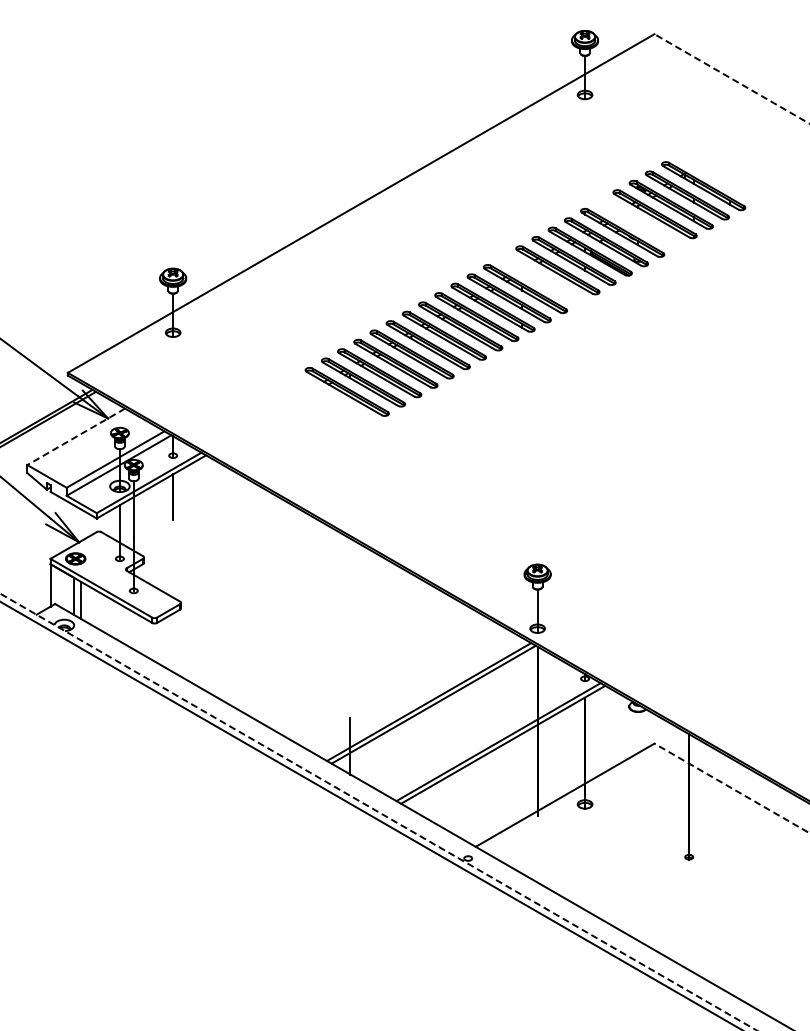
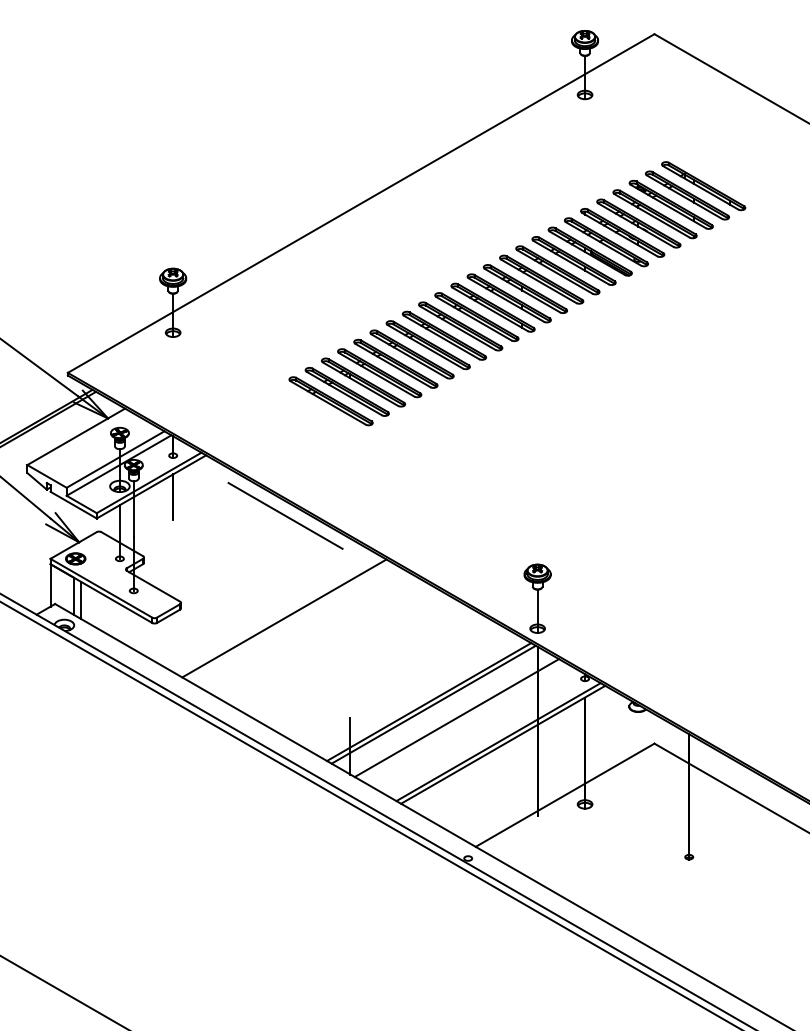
line at (731, 78): dashed -> solid
part at (638, 223): none -> present
part at (541, 279): none -> present
part at (330, 401): none -> present
line at (75, 437): dashed -> solid
line at (285, 515): none -> present
line at (284, 618): none -> present
line at (456, 718): none -> present
line at (731, 788): dashed -> solid
line at (379, 812): dashed -> solid
line at (63, 992): none -> present
